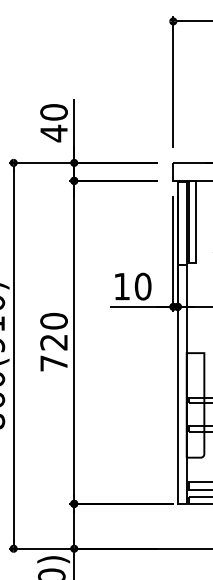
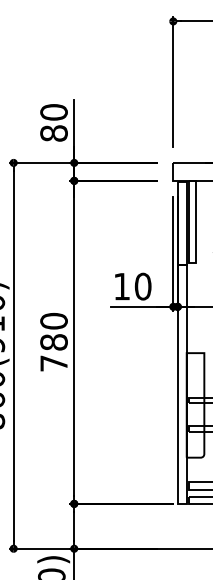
text at (53, 133): 40 -> 80
text at (53, 342): 720 -> 780
